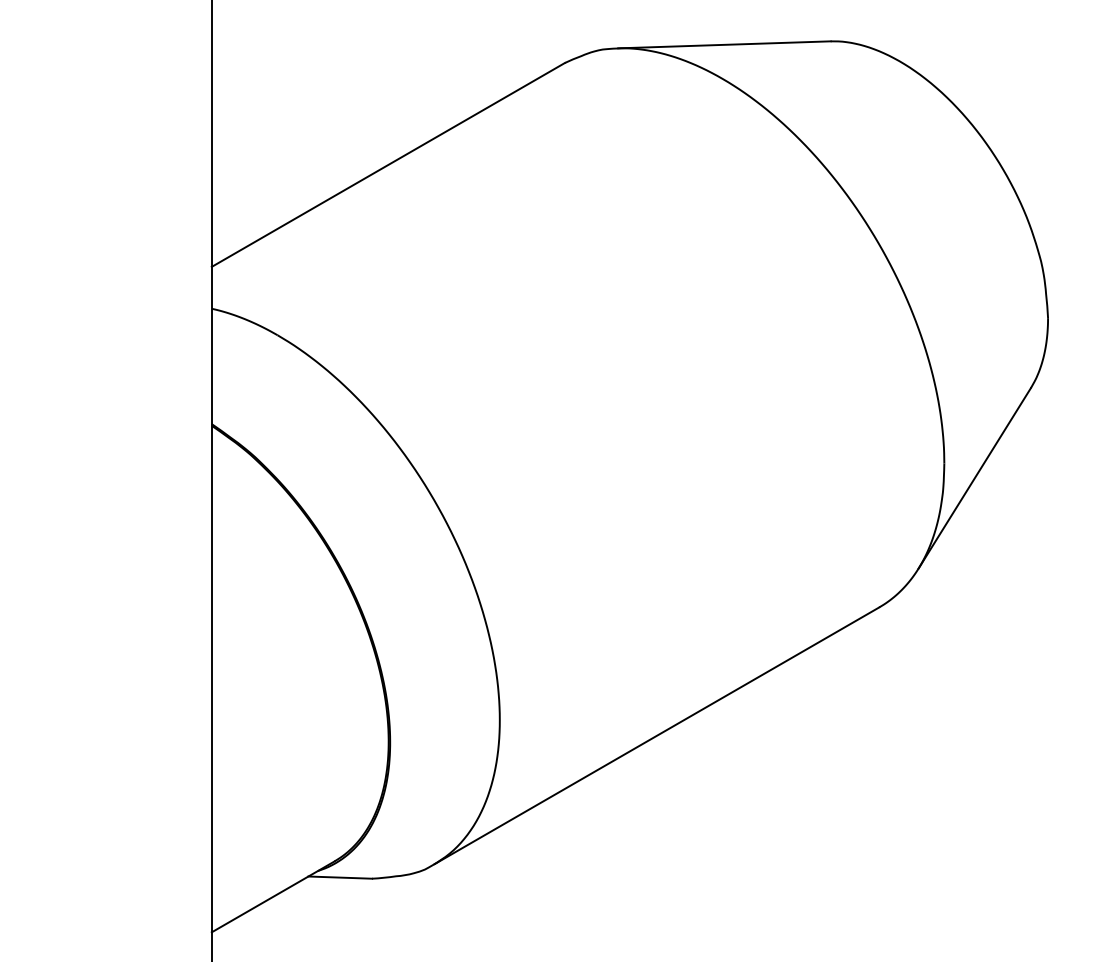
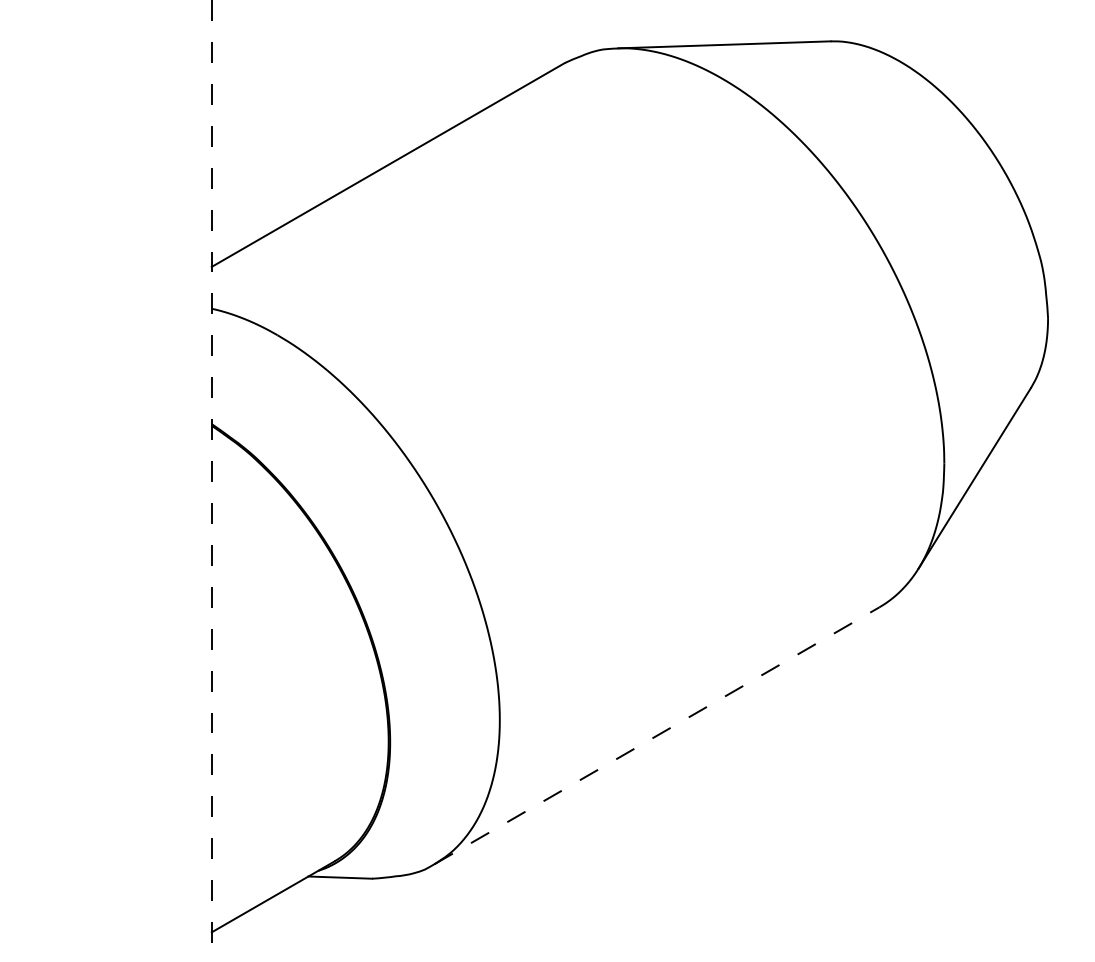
line at (211, 480): solid -> dashed
line at (656, 735): solid -> dashed
